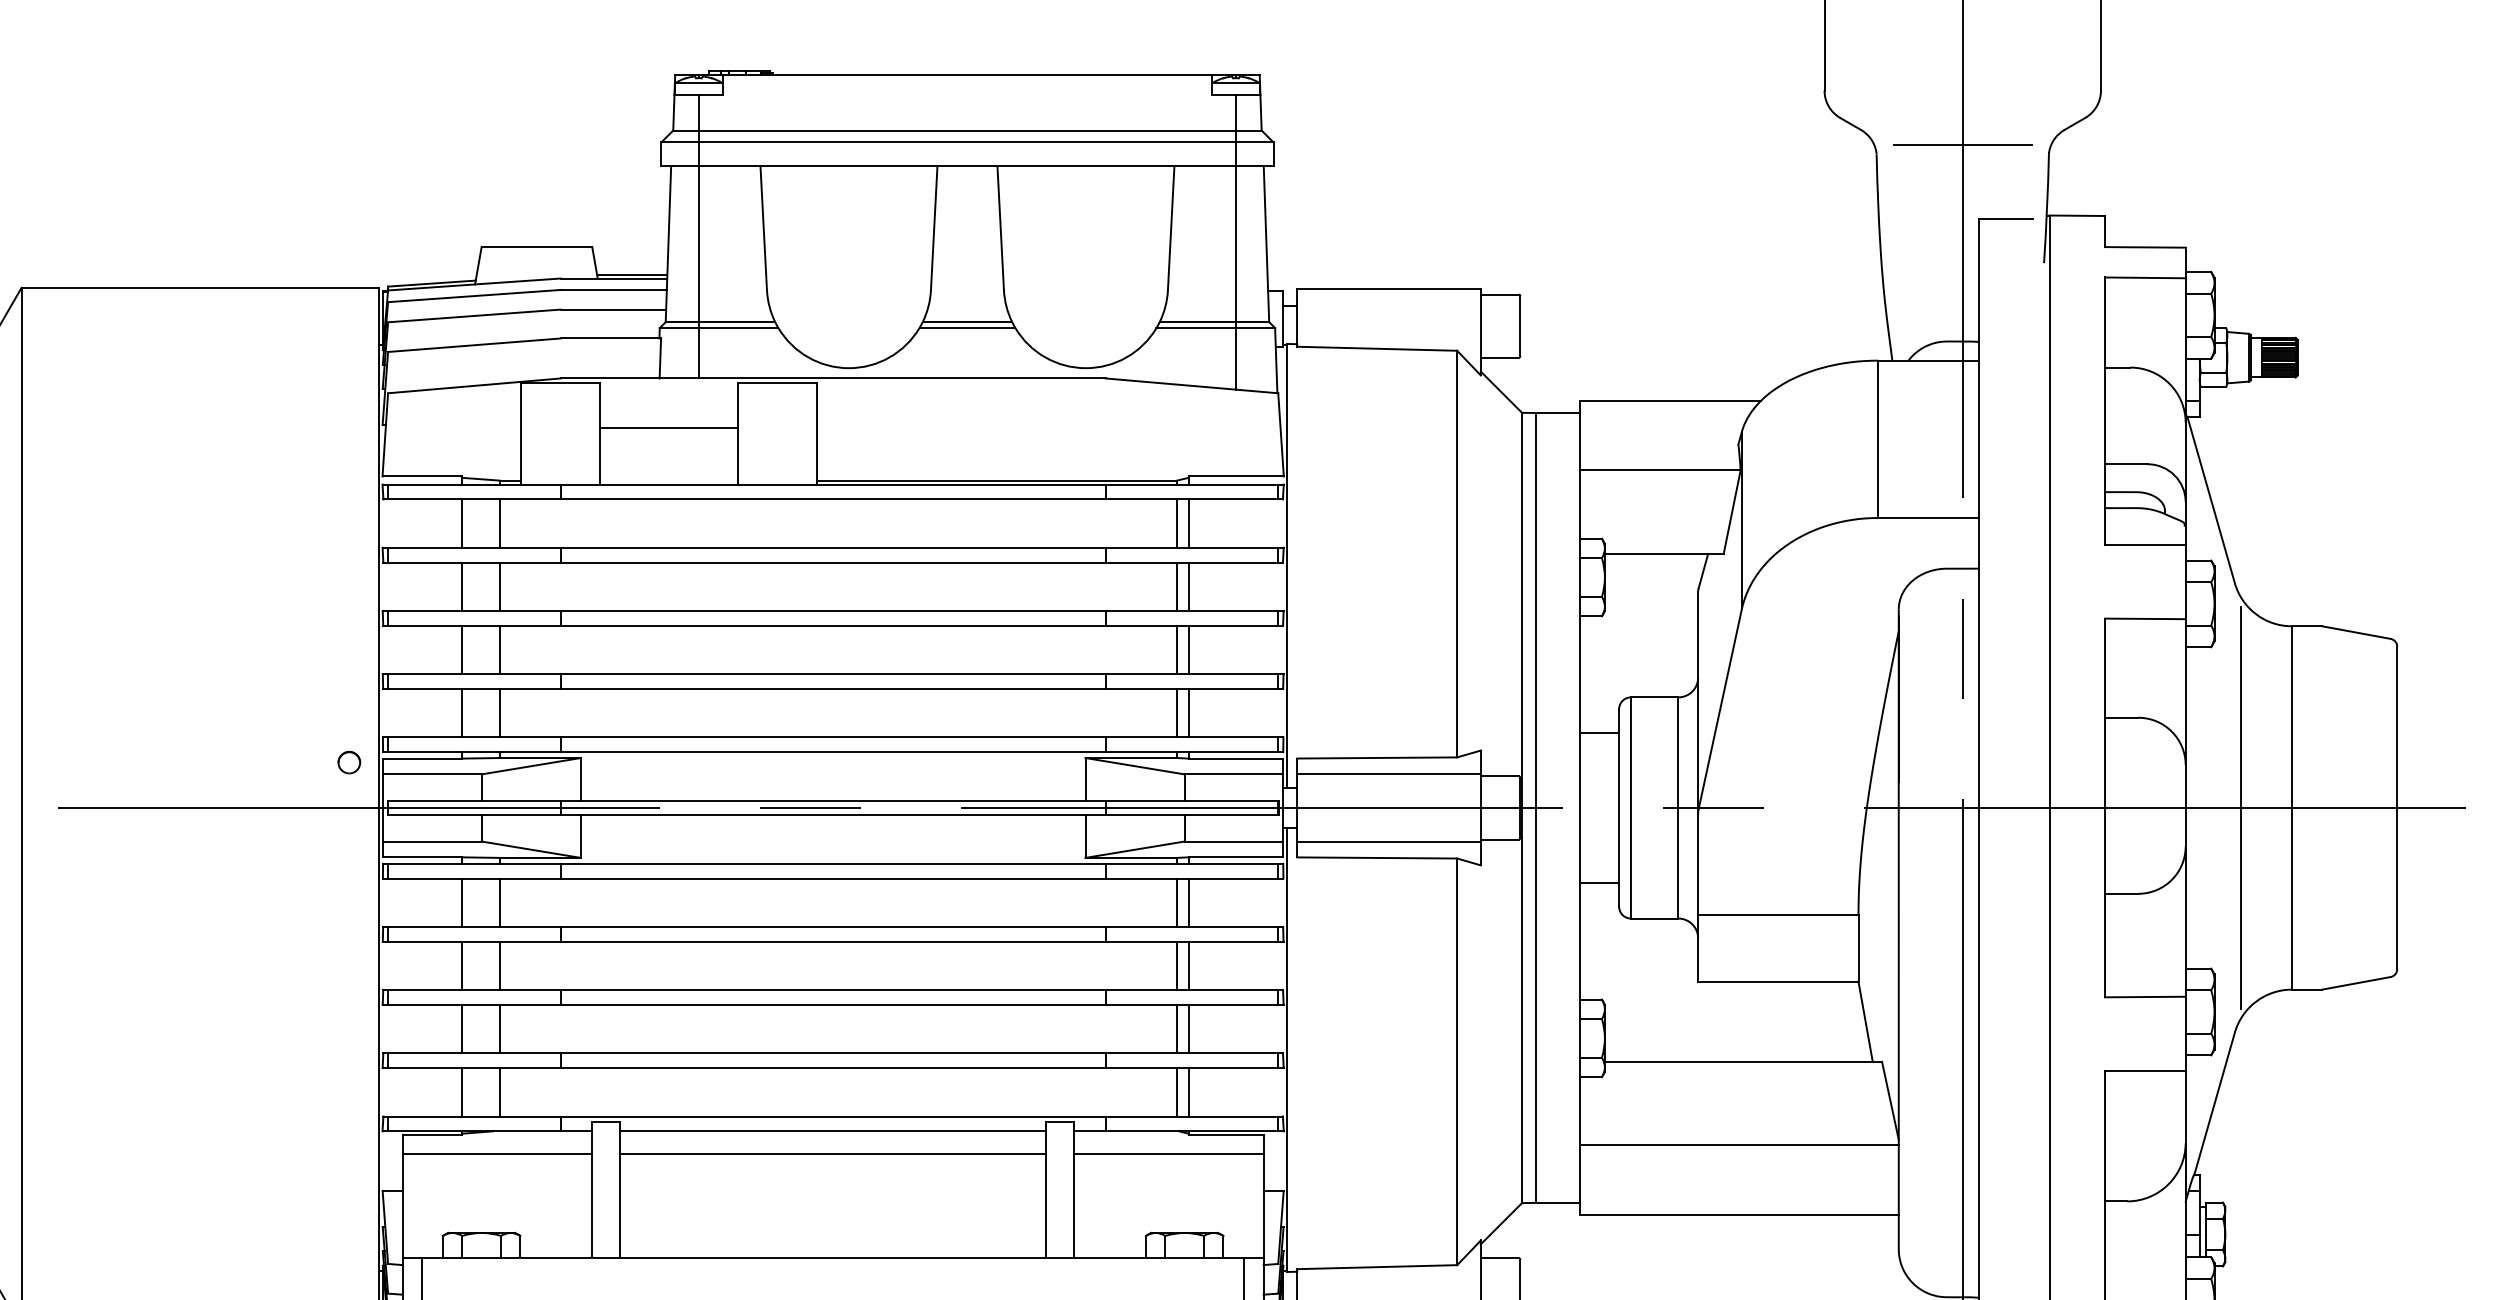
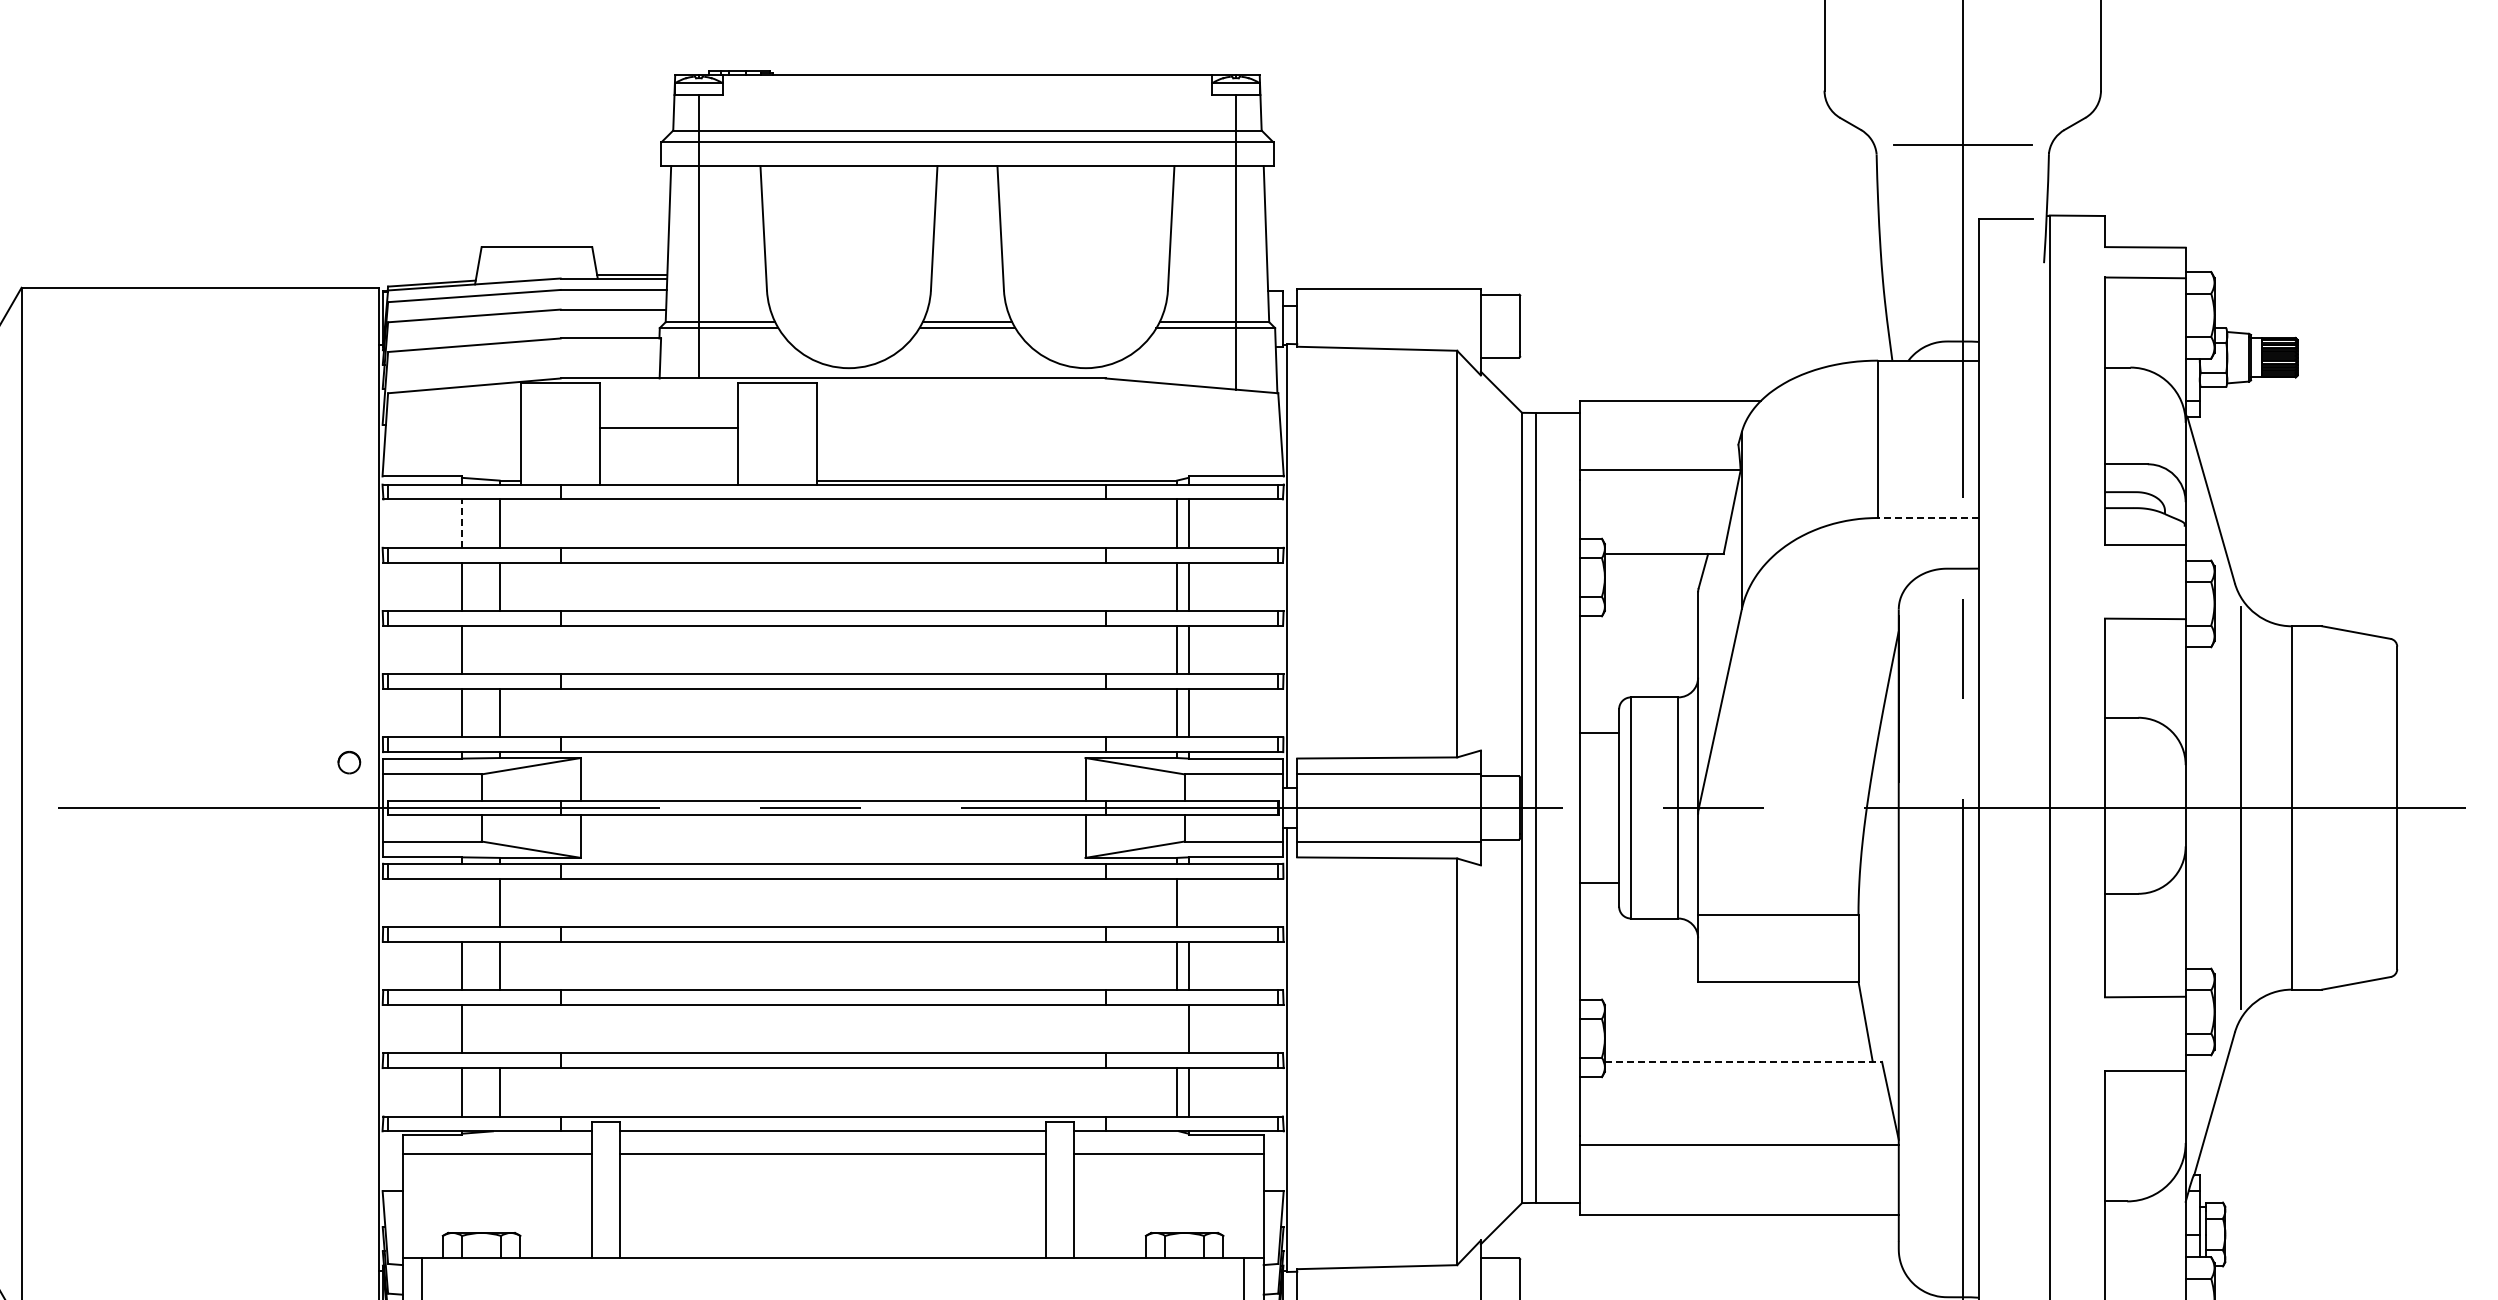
line at (1927, 517): solid -> dashed
line at (461, 523): solid -> dashed
line at (499, 649): present -> none
line at (461, 902): present -> none
line at (1188, 902): present -> none
line at (499, 1028): present -> none
line at (1177, 1028): present -> none
line at (1743, 1061): solid -> dashed
